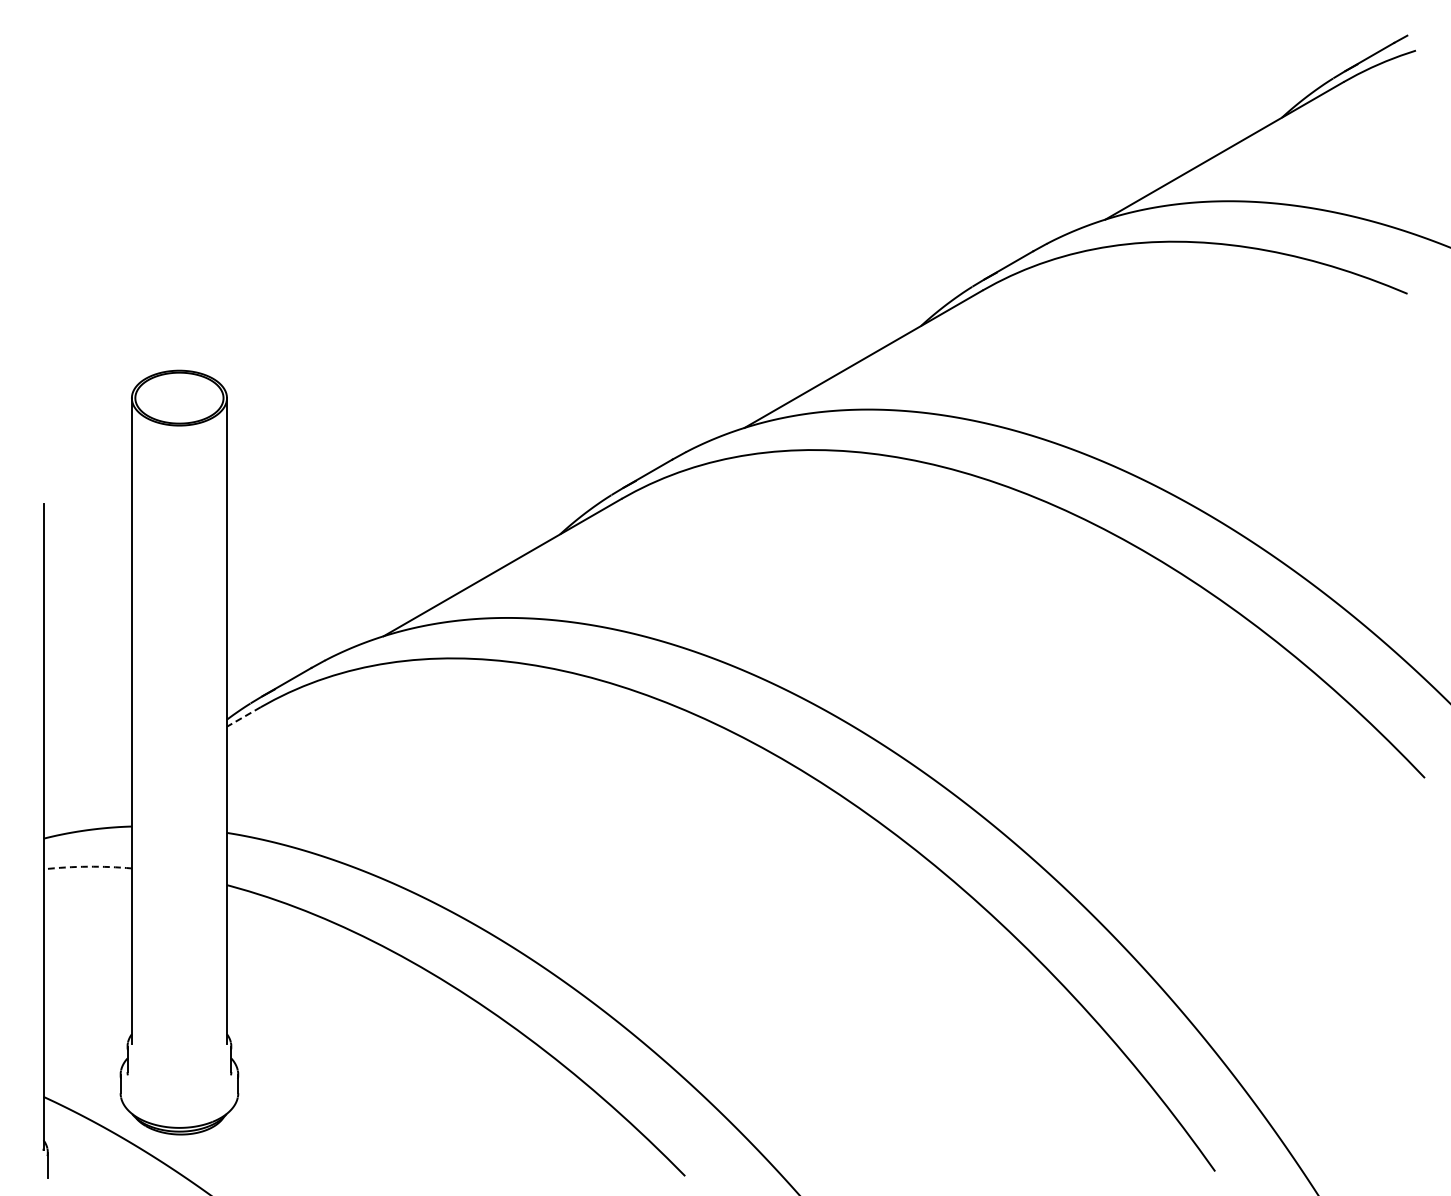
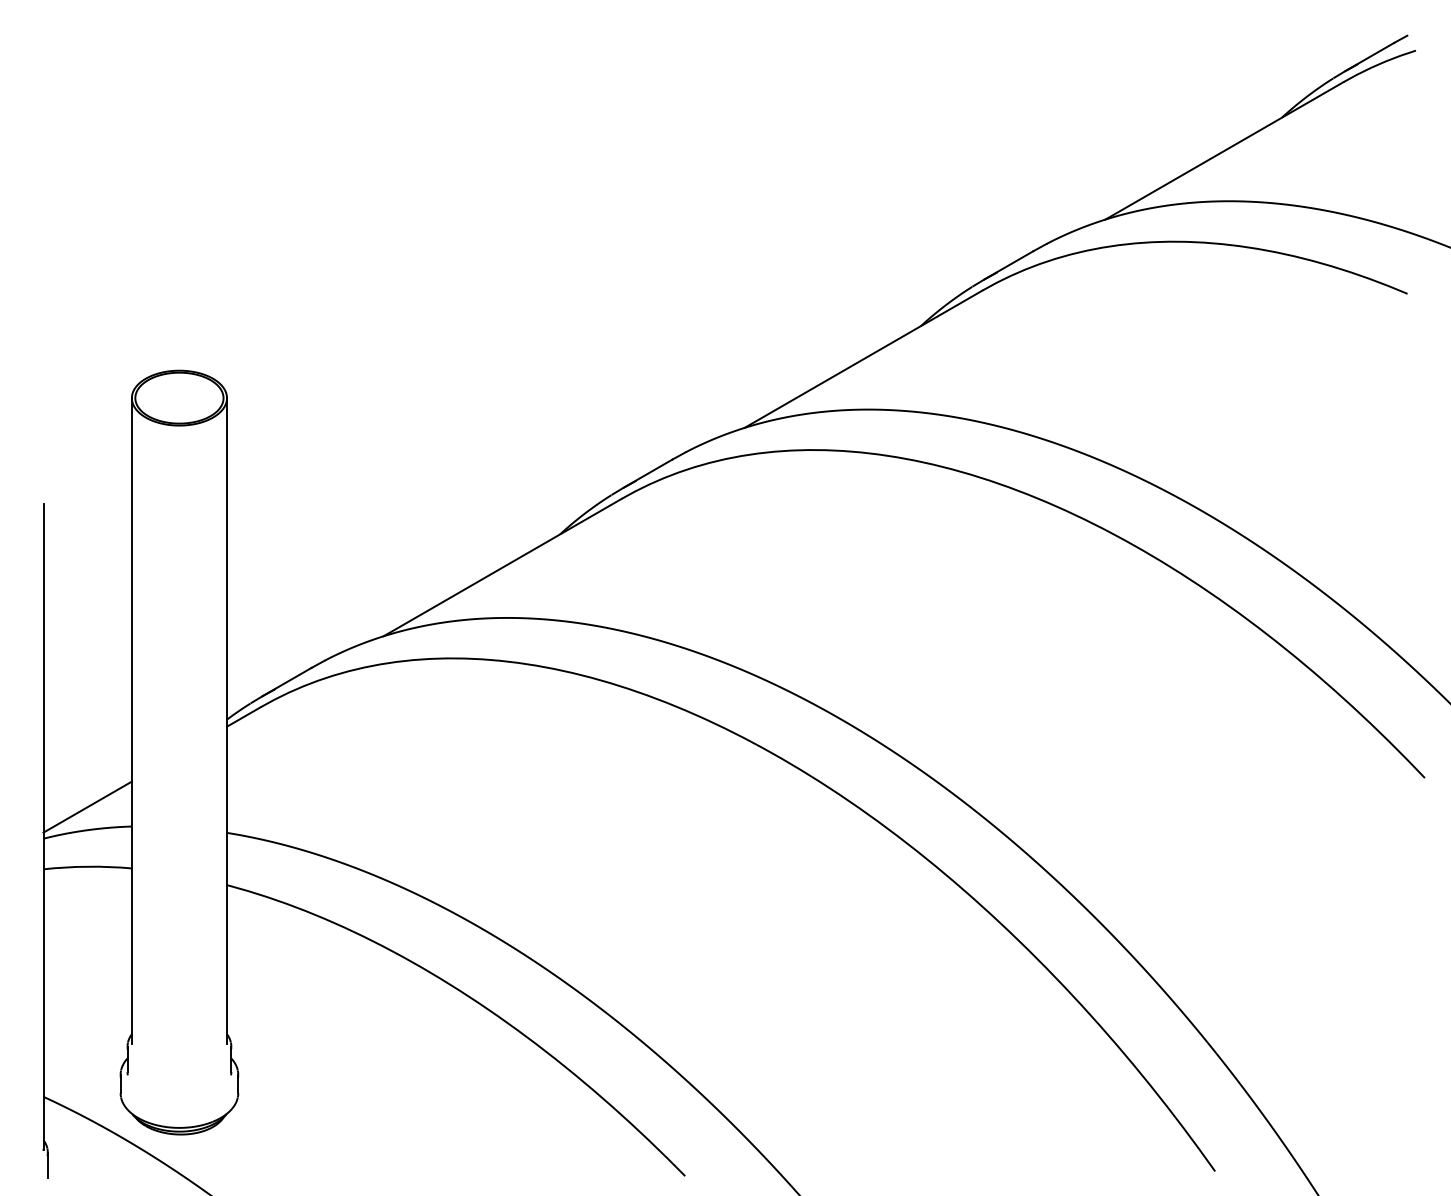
line at (243, 716): dashed -> solid
line at (87, 806): none -> present
arc at (87, 866): dashed -> solid
